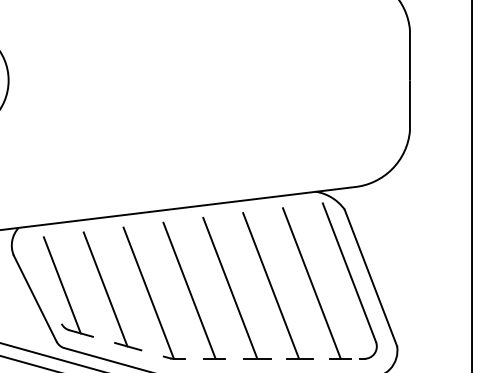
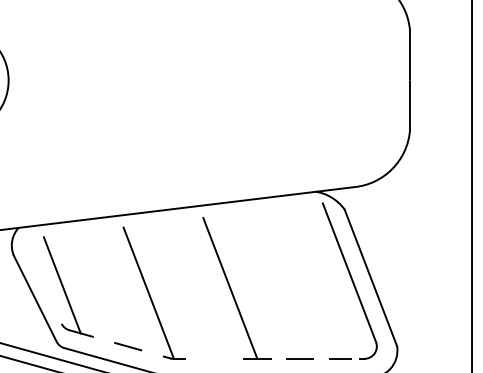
line at (311, 283): present -> none
line at (271, 285): present -> none
line at (105, 289): present -> none
part at (193, 290): present -> none
